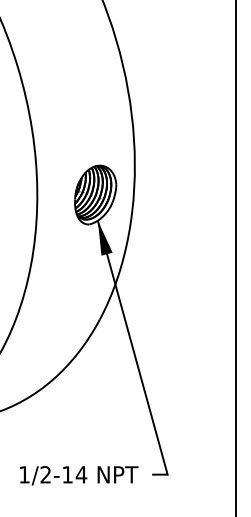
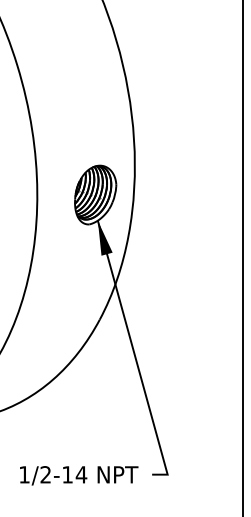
line at (236, 257) position: (236, 257) -> (243, 257)
